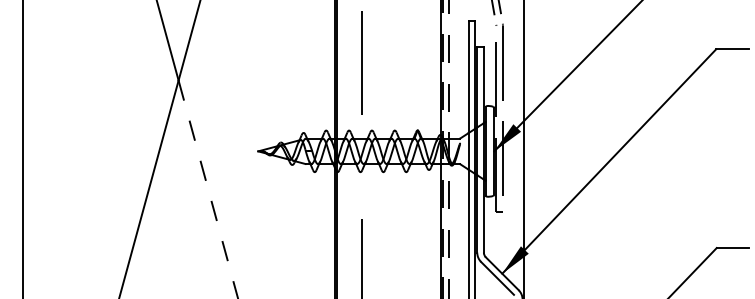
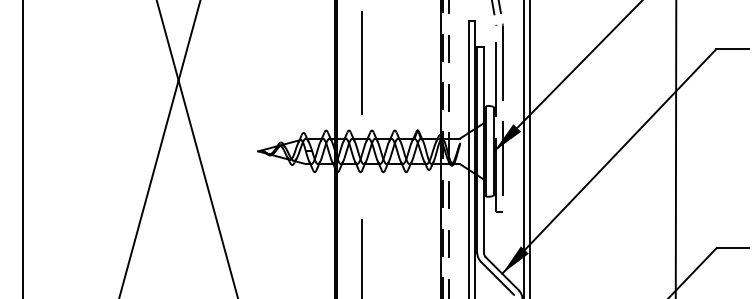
line at (530, 148): none -> present
line at (675, 148): none -> present
line at (208, 189): dashed -> solid
